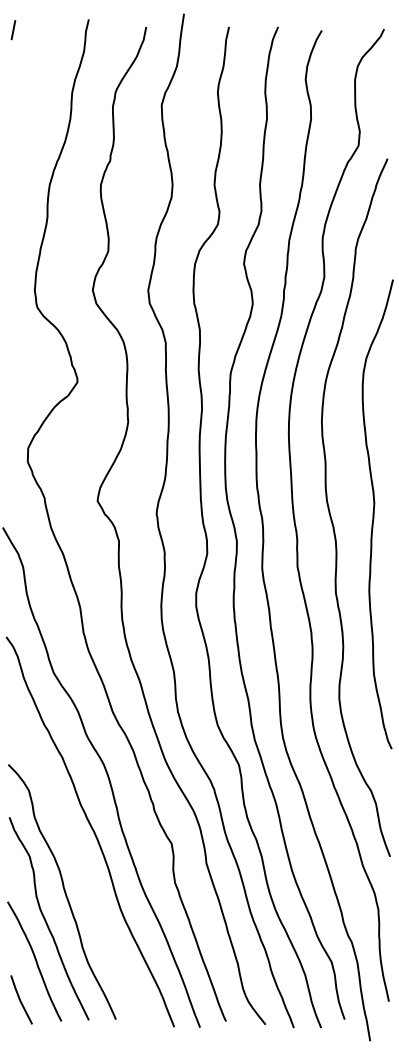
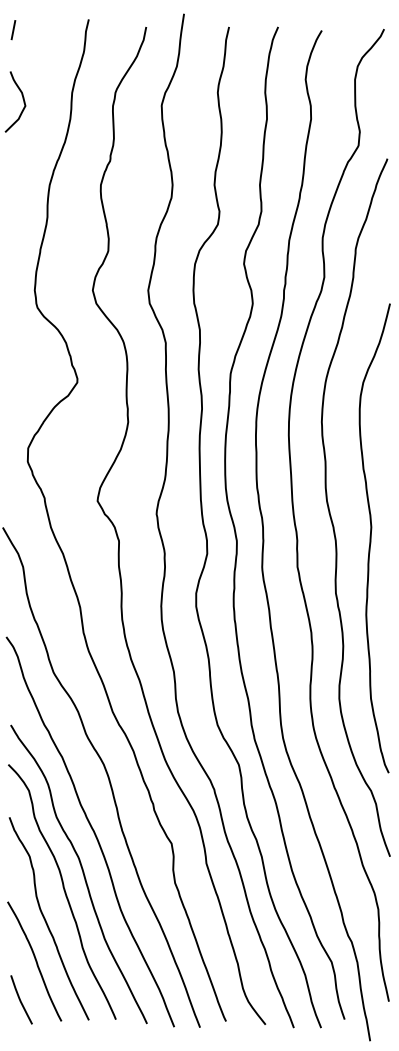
curve at (22, 99): none -> present
curve at (374, 514) position: (374, 514) -> (371, 538)
curve at (82, 873): none -> present
